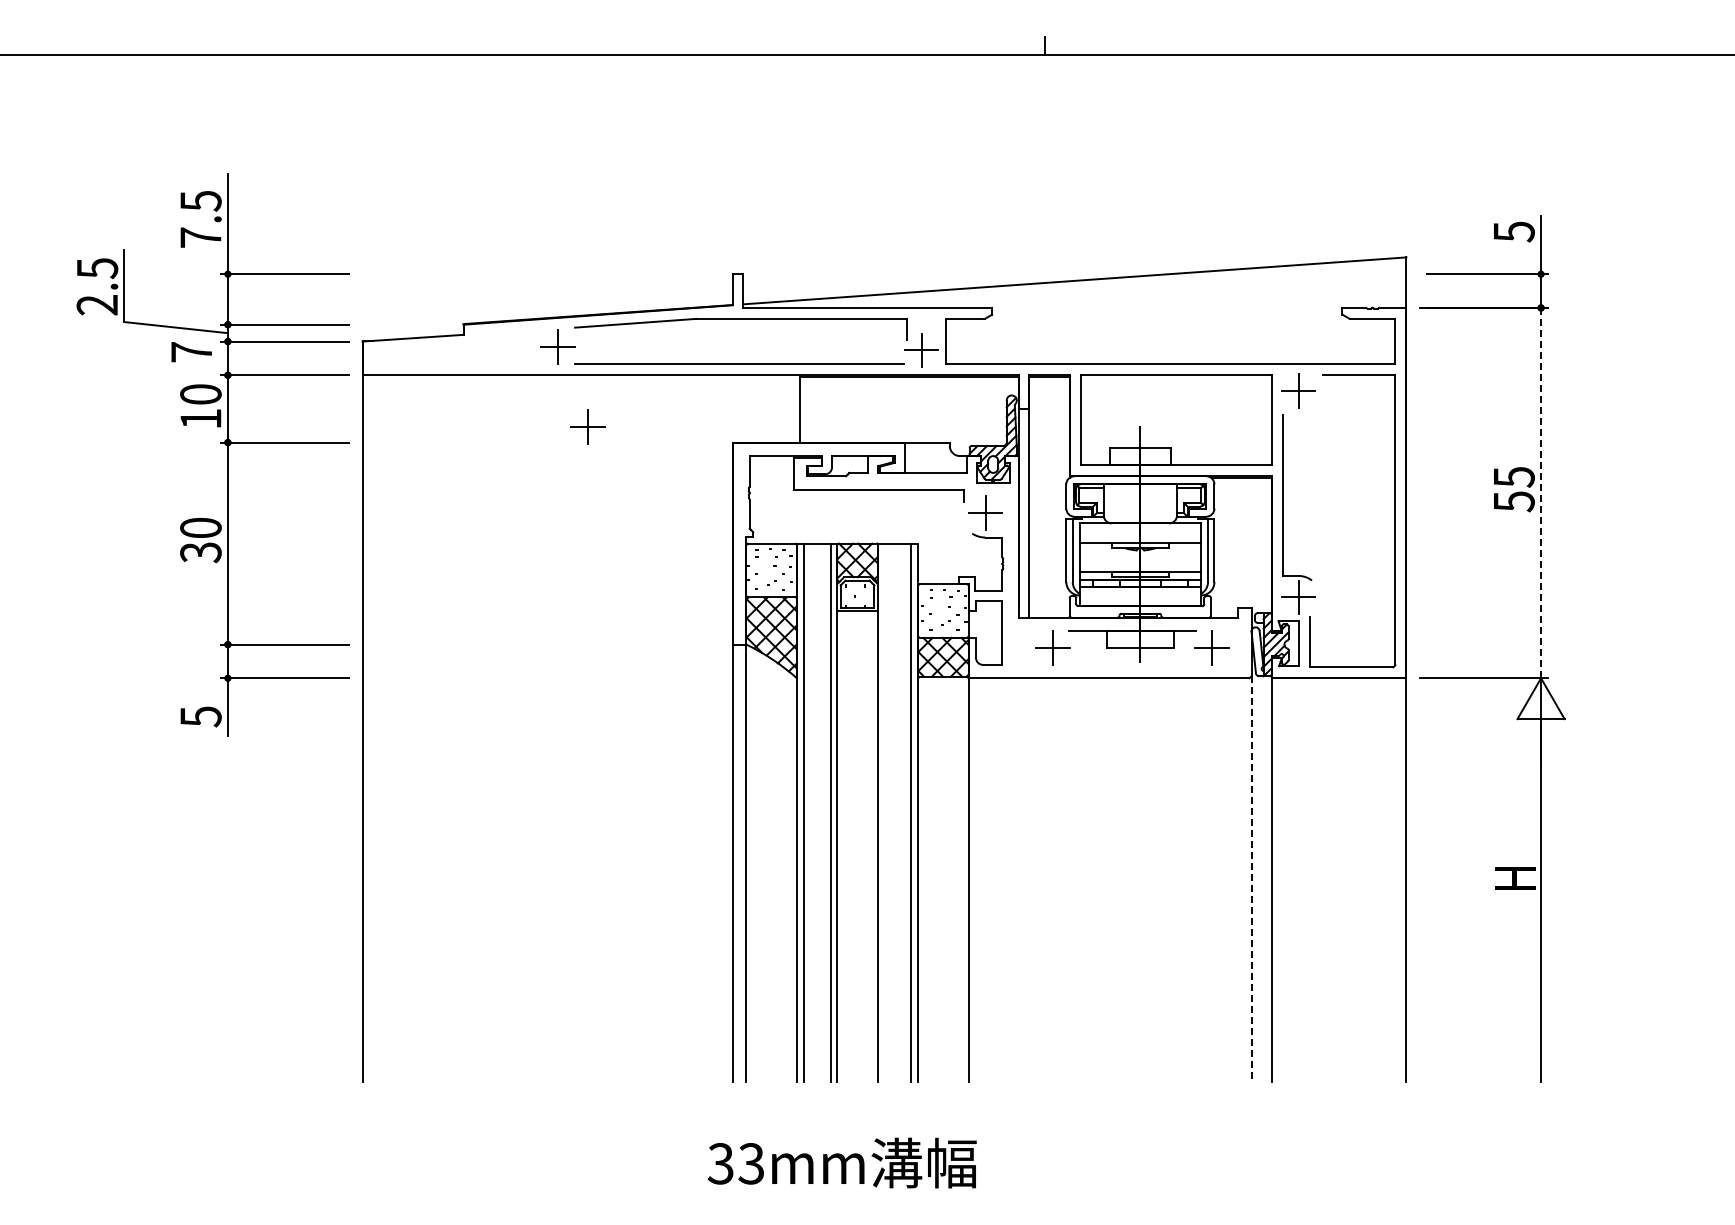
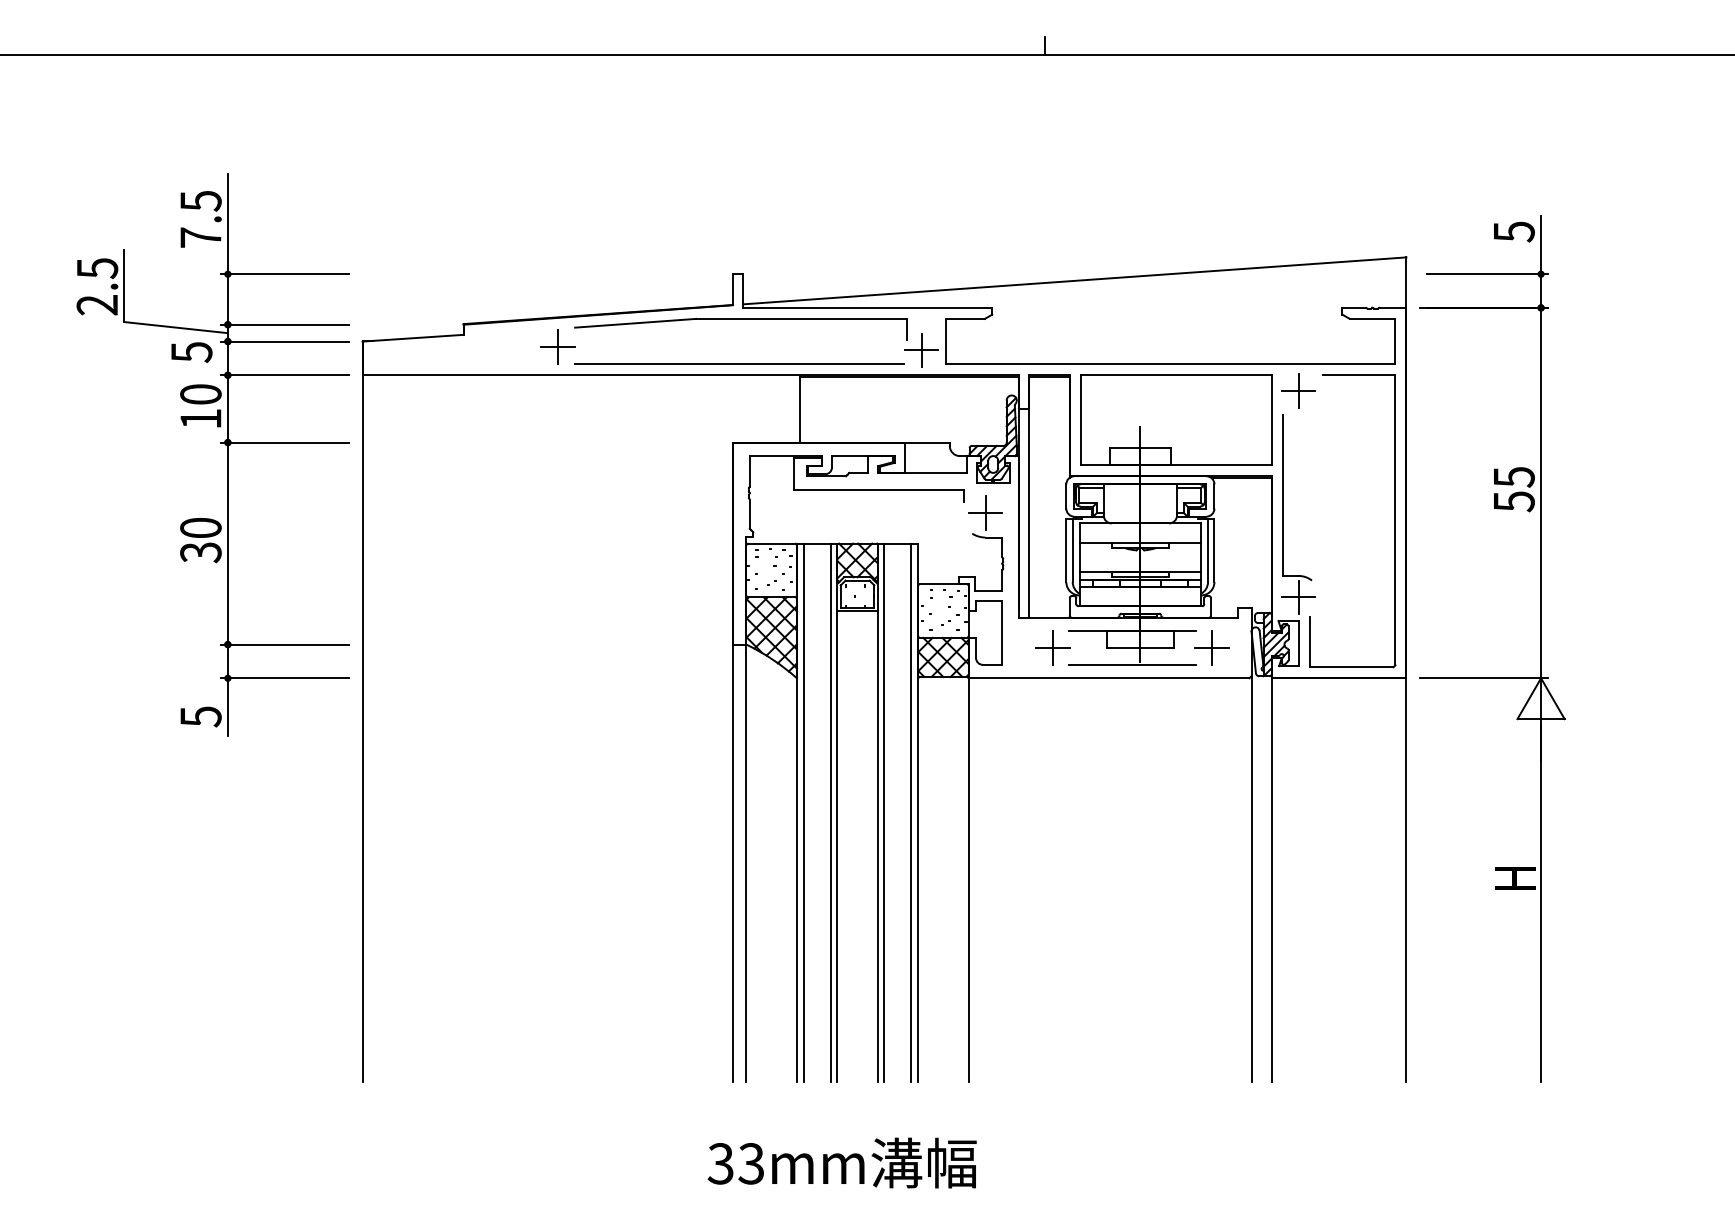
text at (191, 352): 7 -> 5
part at (587, 426): present -> none
line at (1541, 492): dashed -> solid
line at (1132, 665): none -> present
line at (884, 812): none -> present
line at (1251, 879): dashed -> solid
